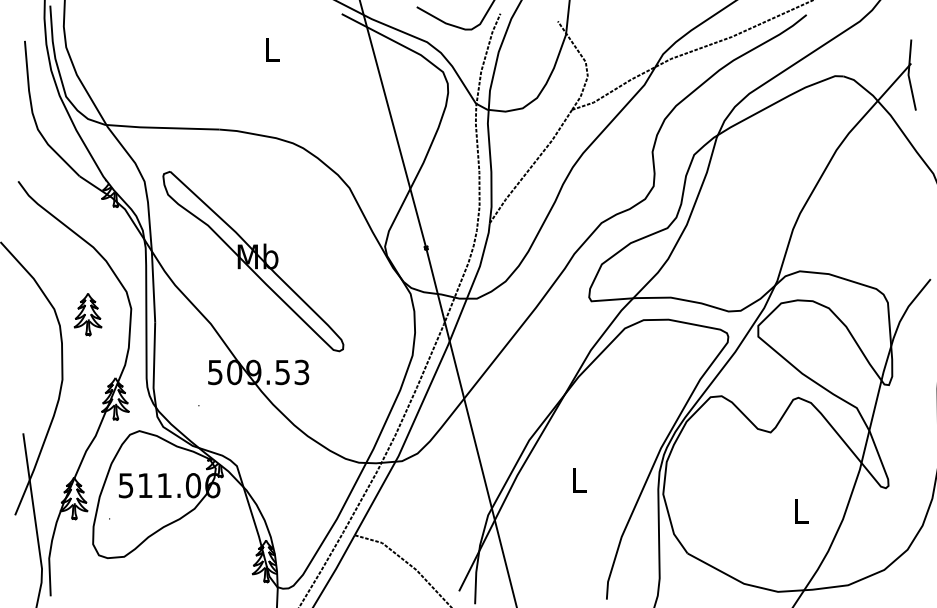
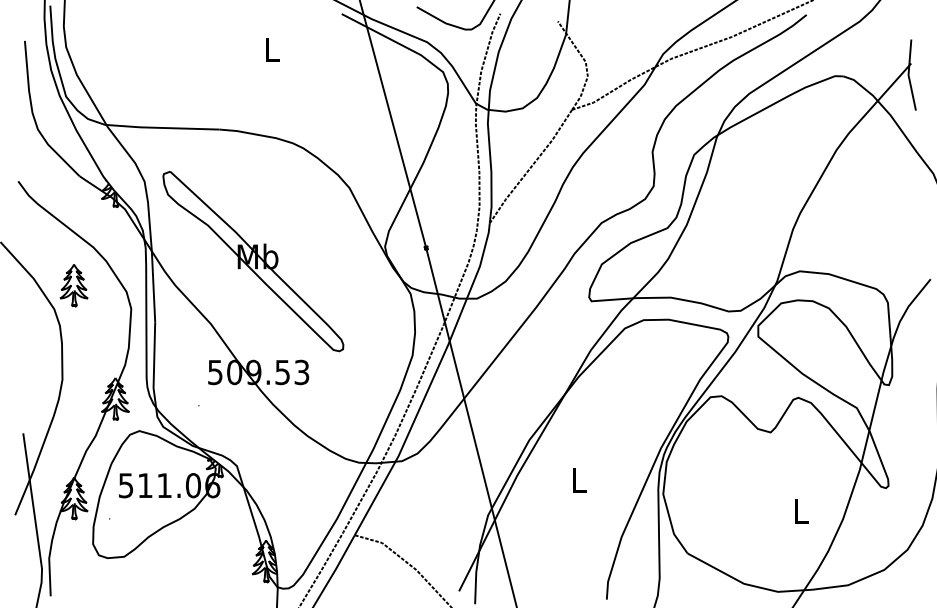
part at (87, 314) position: (87, 314) -> (73, 285)
